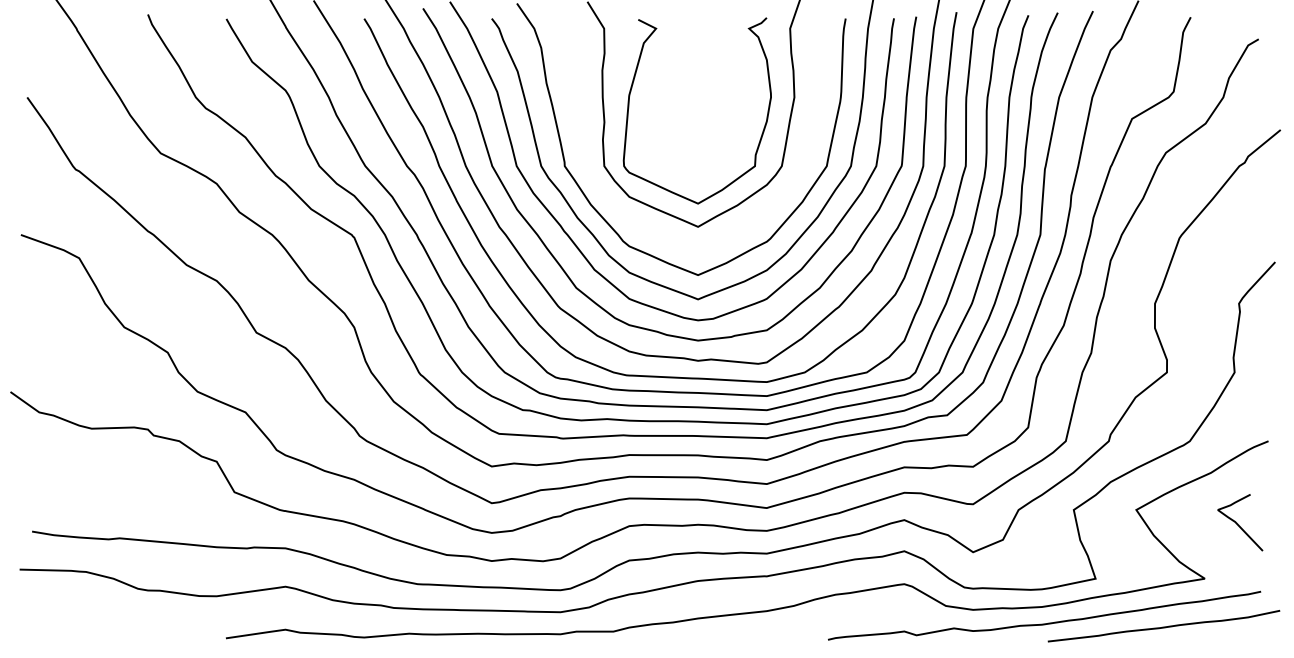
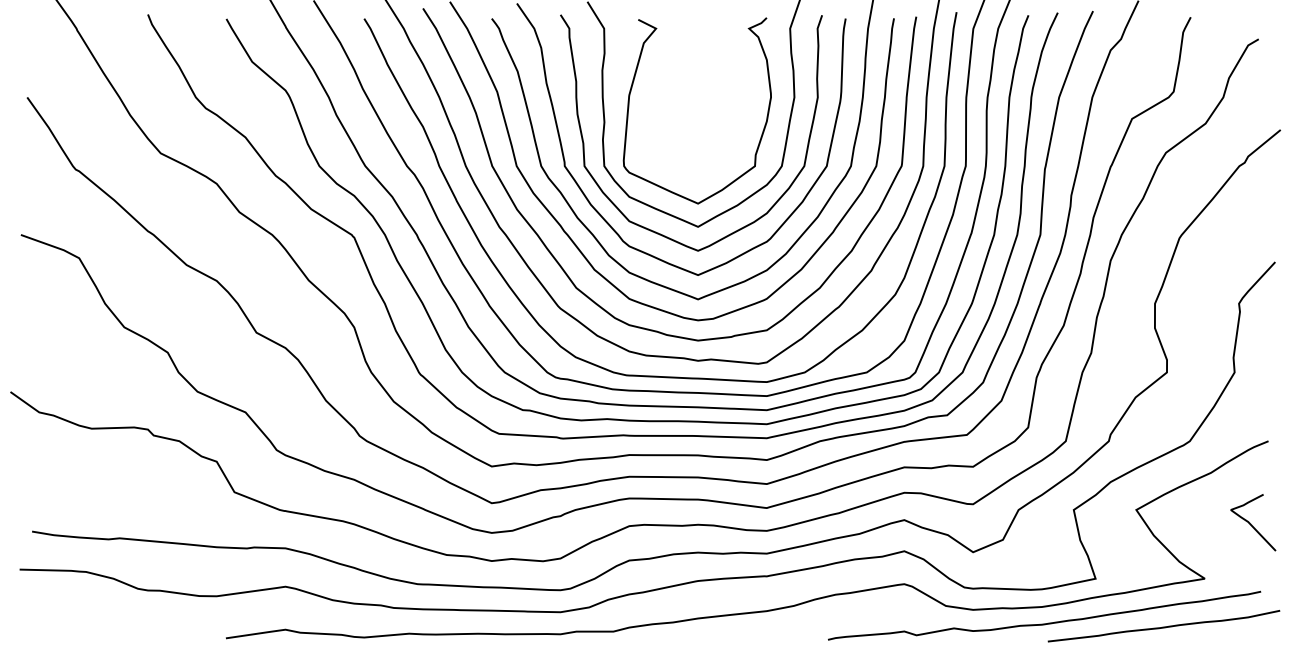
curve at (617, 206): none -> present
curve at (1238, 523) position: (1238, 523) -> (1251, 523)
